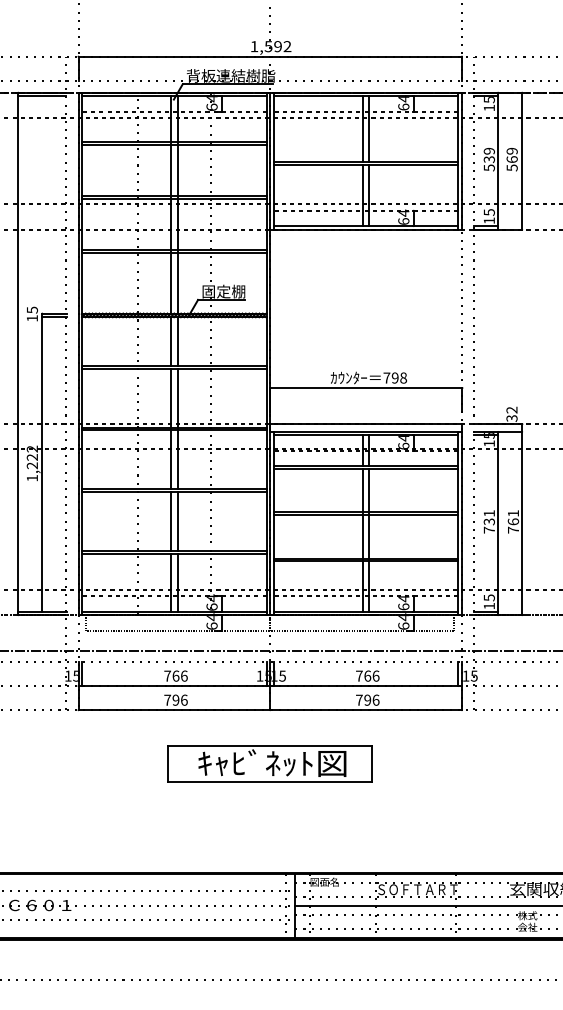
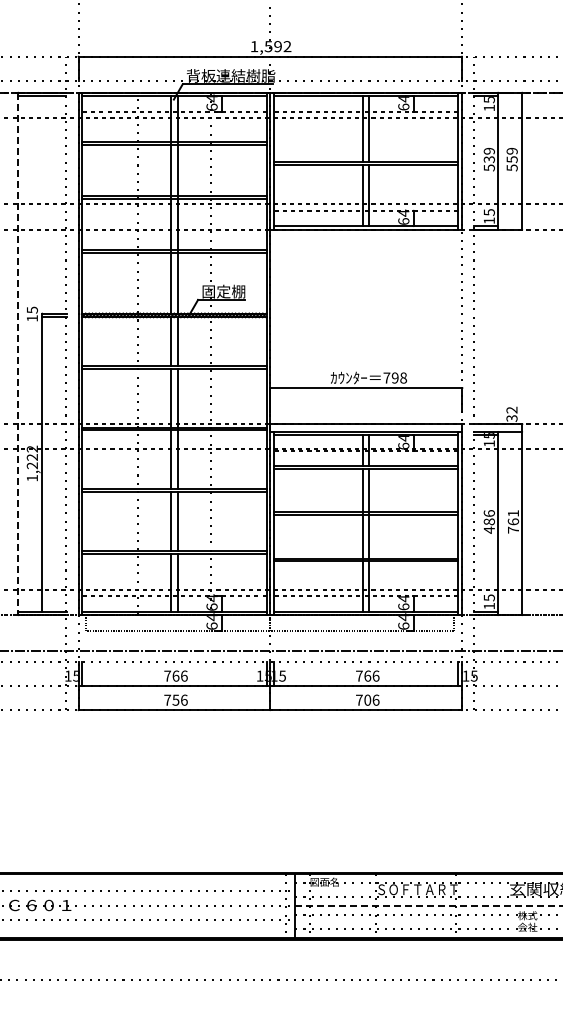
text at (511, 159): 569 -> 559
line at (18, 354): solid -> dashed
text at (488, 521): 731 -> 486
text at (175, 699): 796 -> 756
text at (367, 699): 796 -> 706
part at (269, 763): present -> none
line at (429, 905): solid -> dashed
